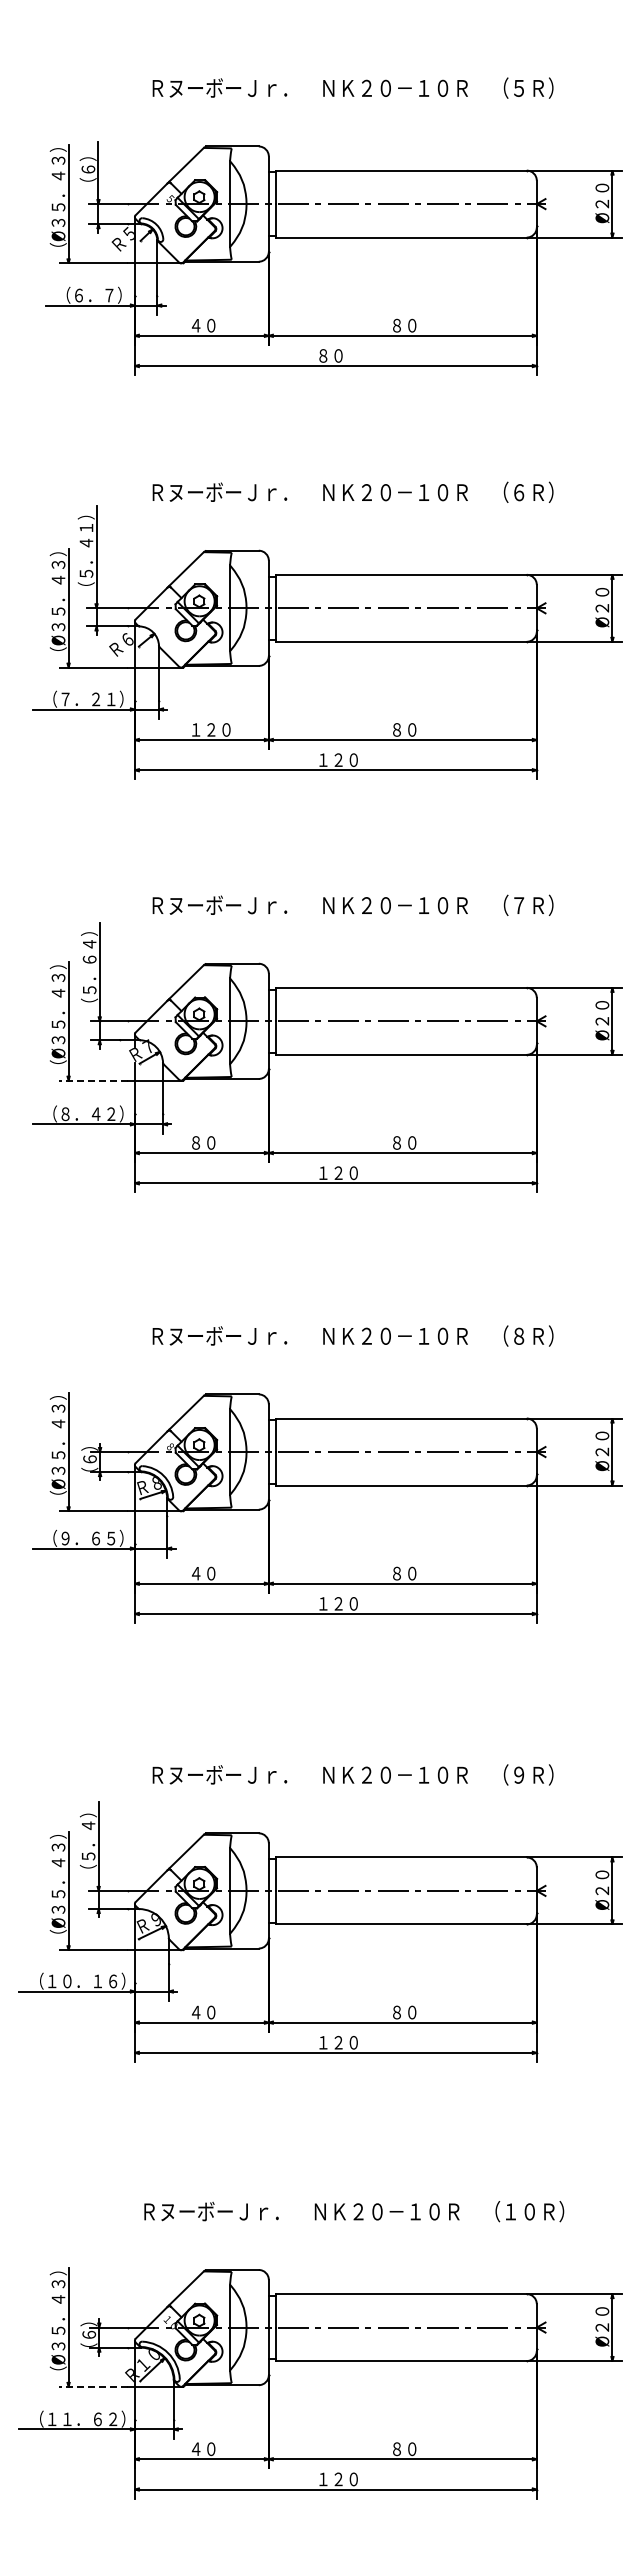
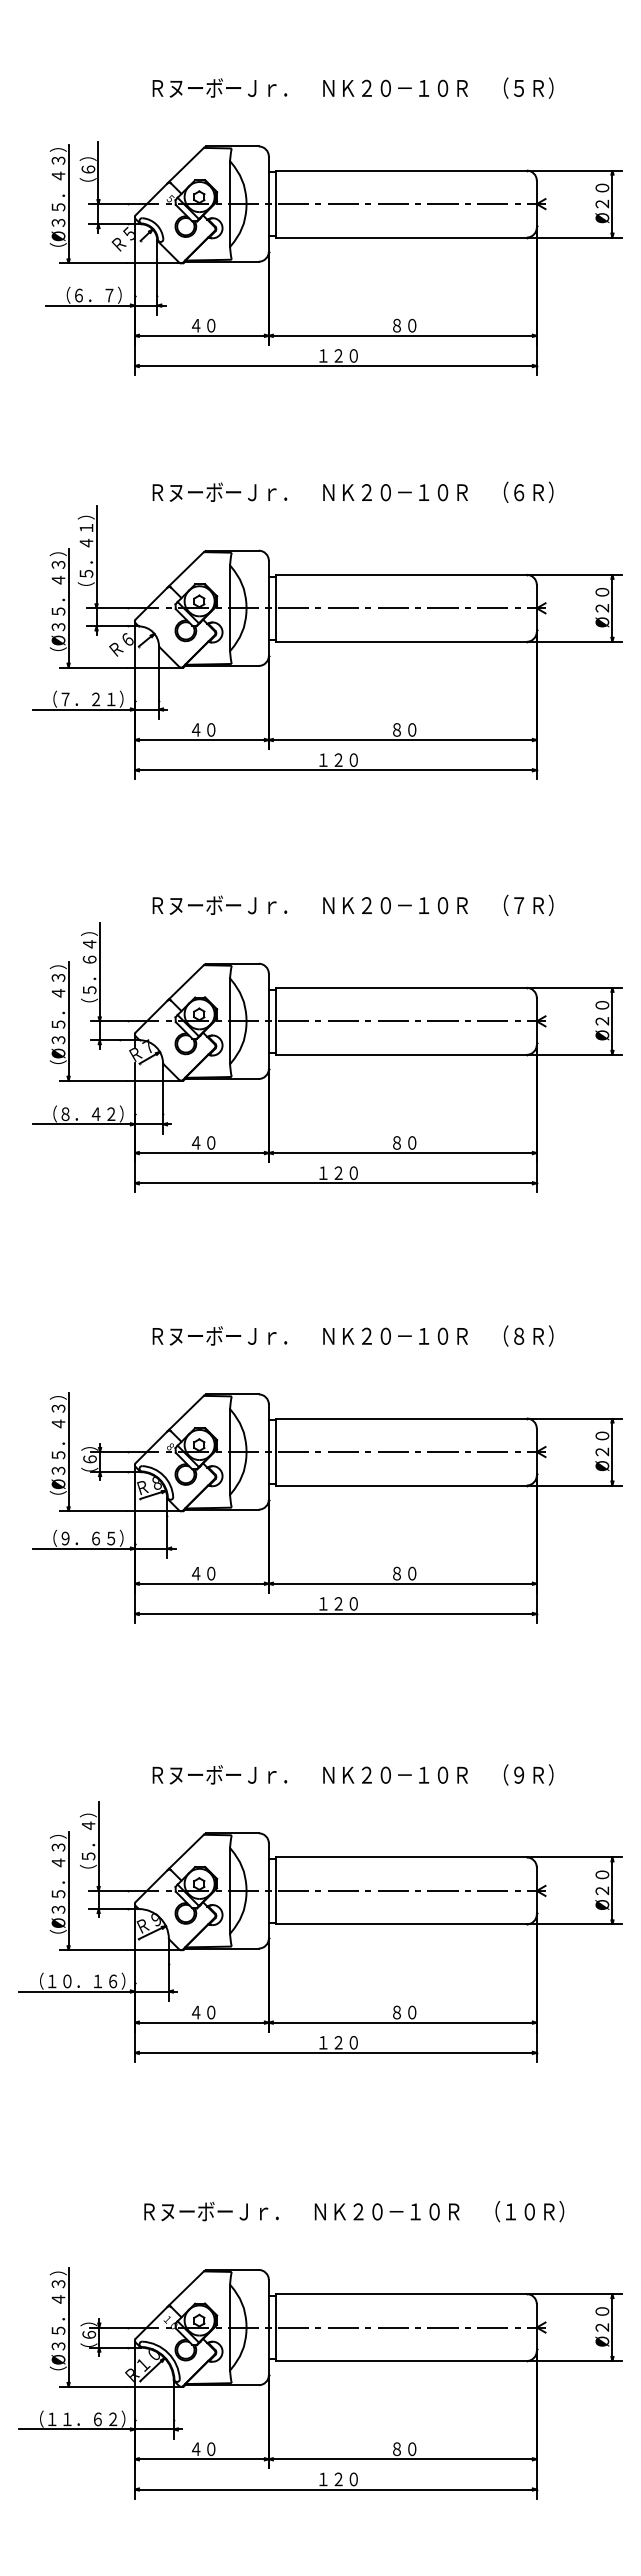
text at (338, 355): ８０ -> １２０
text at (210, 729): １２０ -> ４０
line at (92, 1080): dashed -> solid
text at (195, 1142): ８０ -> ４０
line at (92, 2386): dashed -> solid
